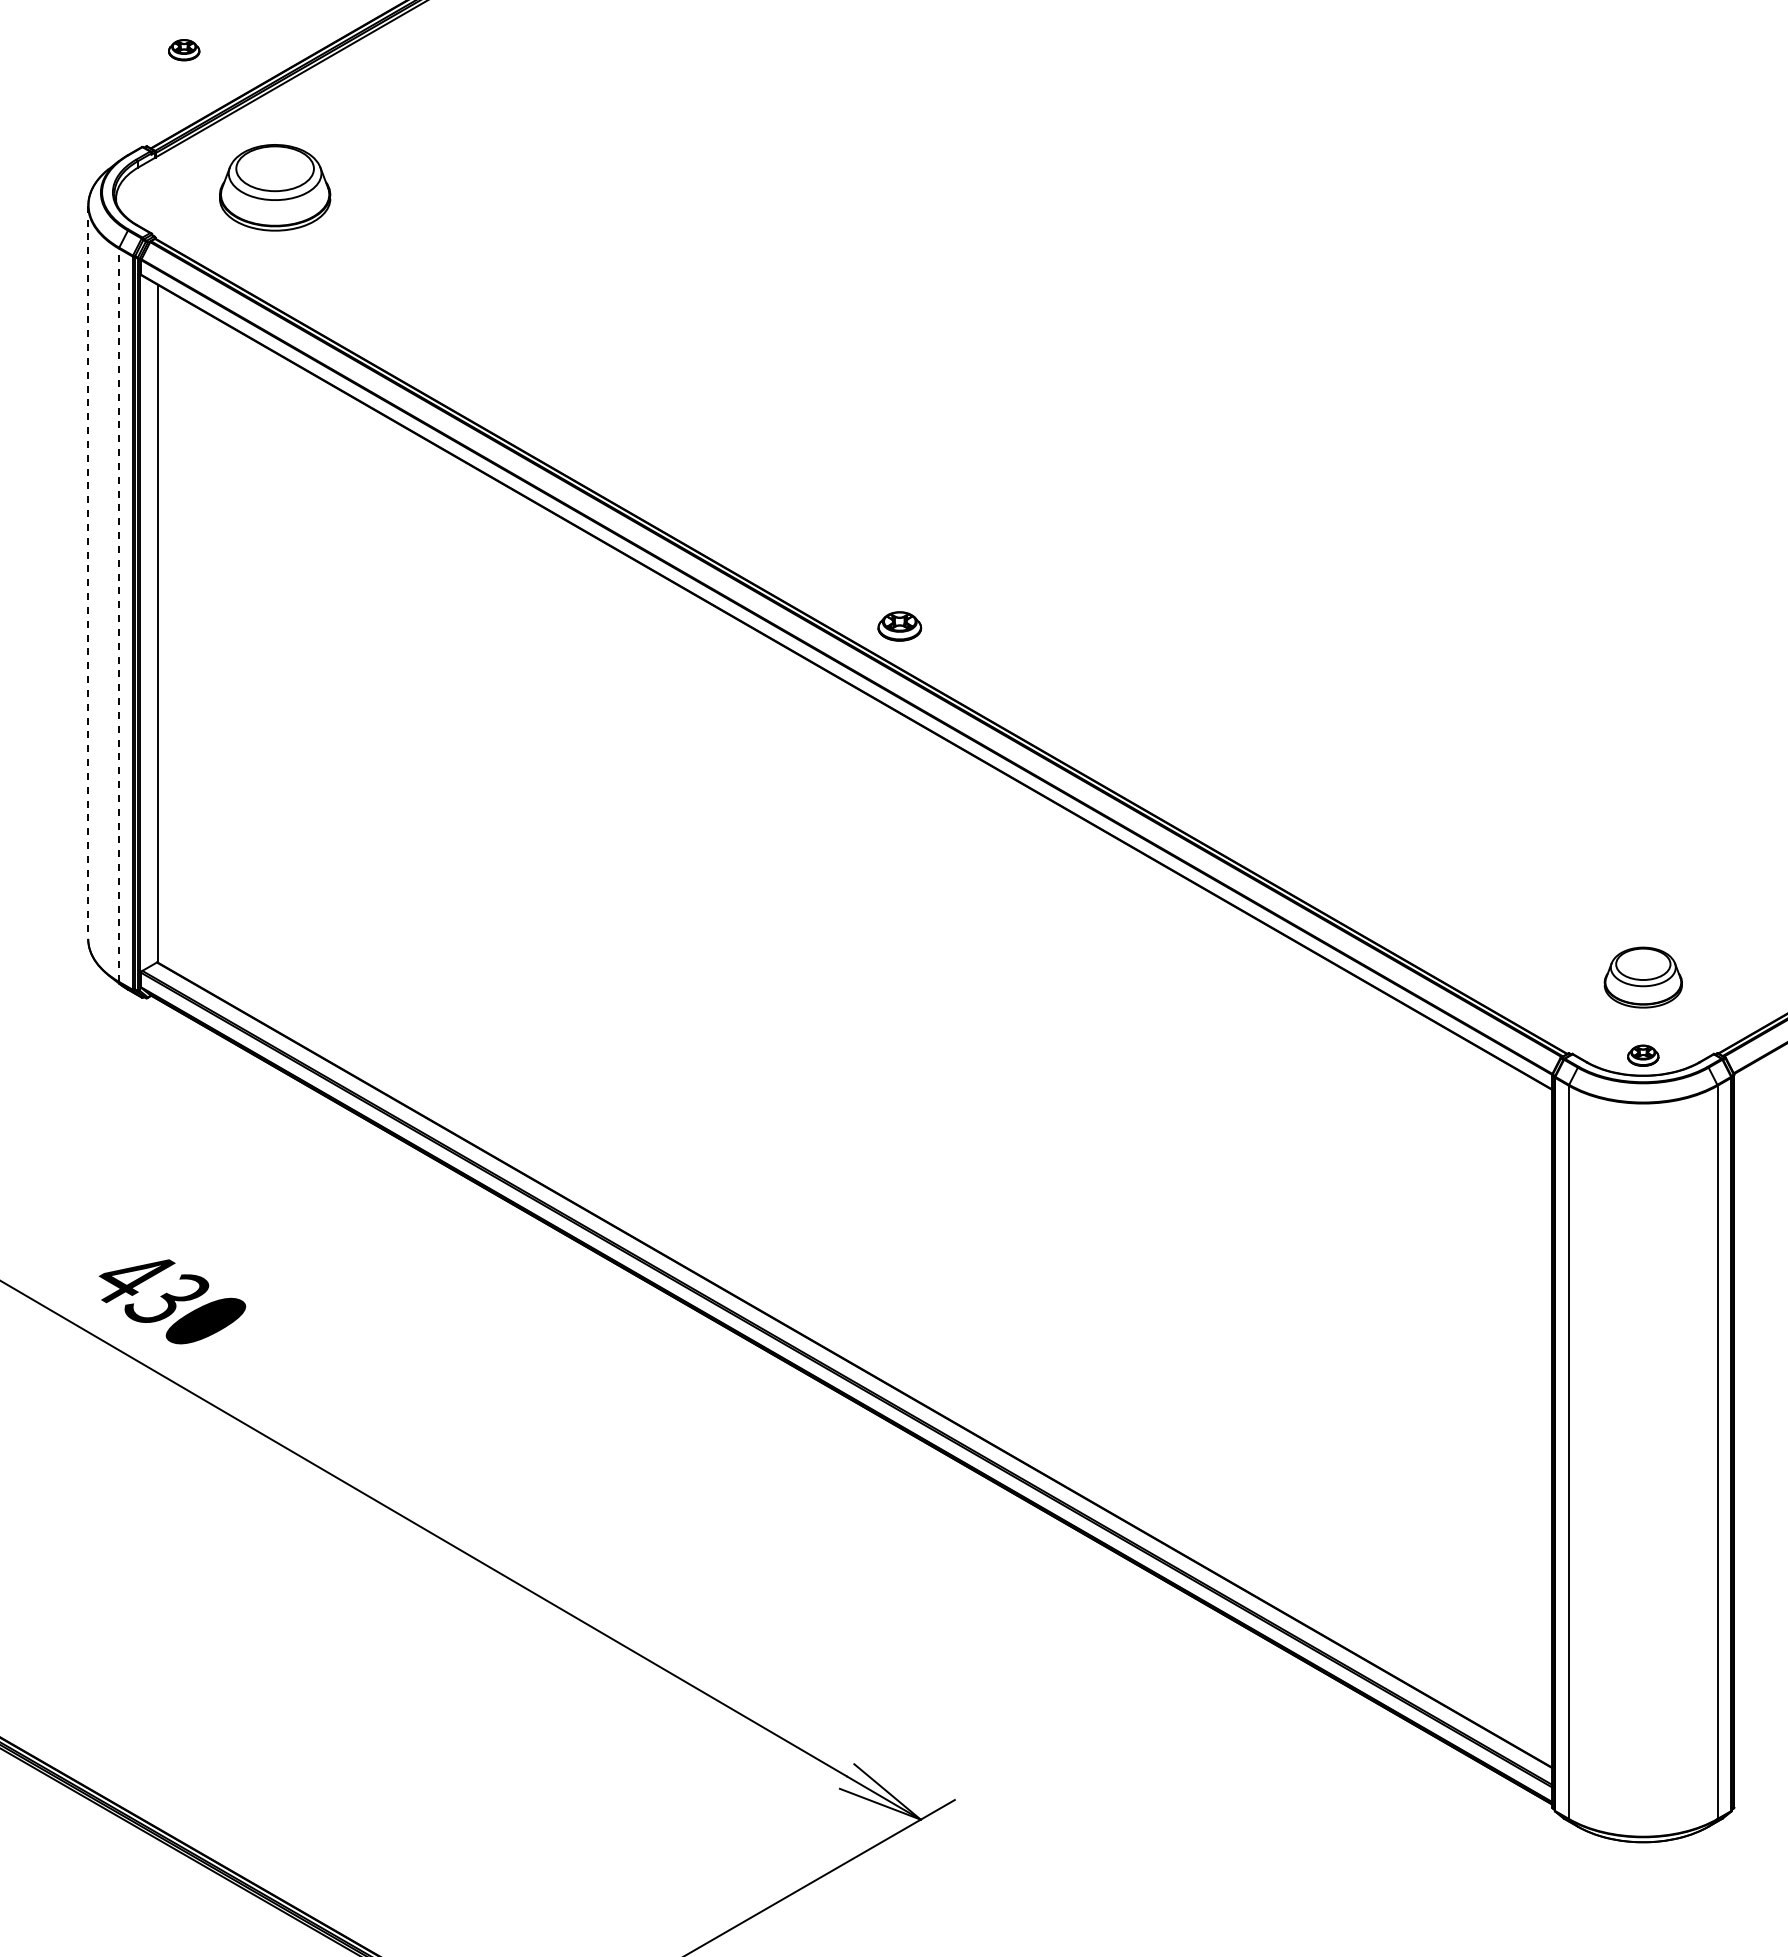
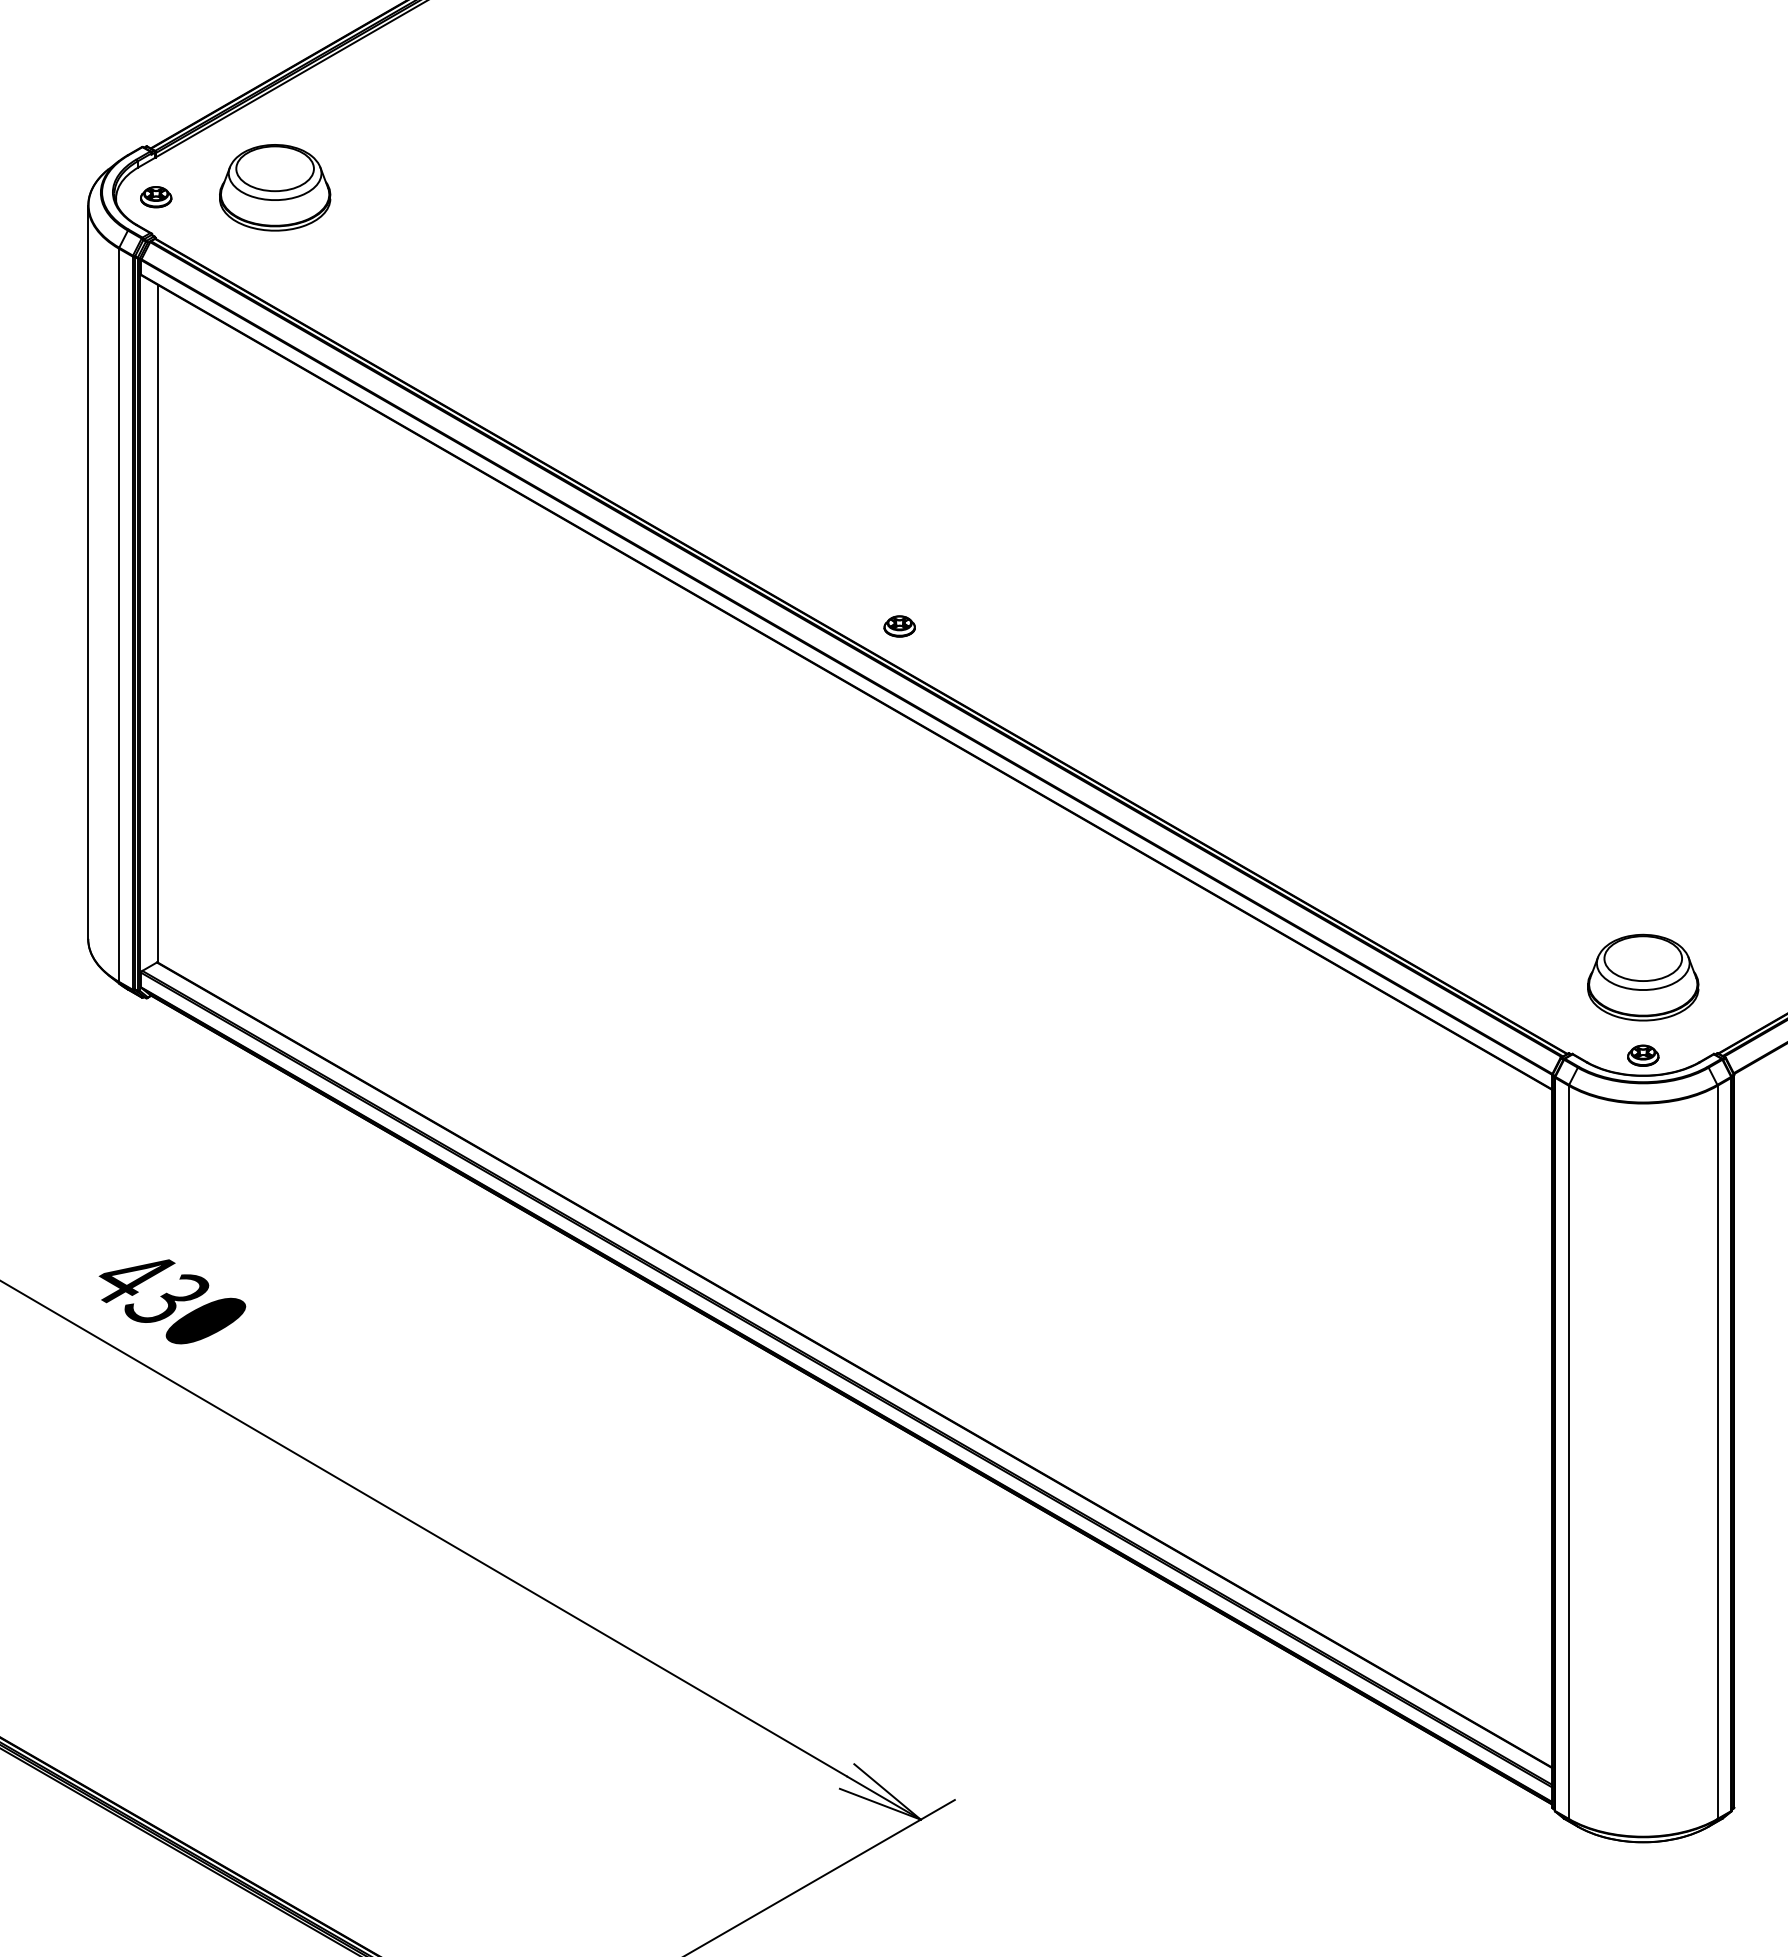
part at (184, 50) position: (184, 50) -> (156, 197)
line at (88, 572): dashed -> solid
line at (118, 615): dashed -> solid
part at (899, 626) size: 46x31 px -> 33x23 px
part at (1642, 977) size: 80x63 px -> 113x89 px
